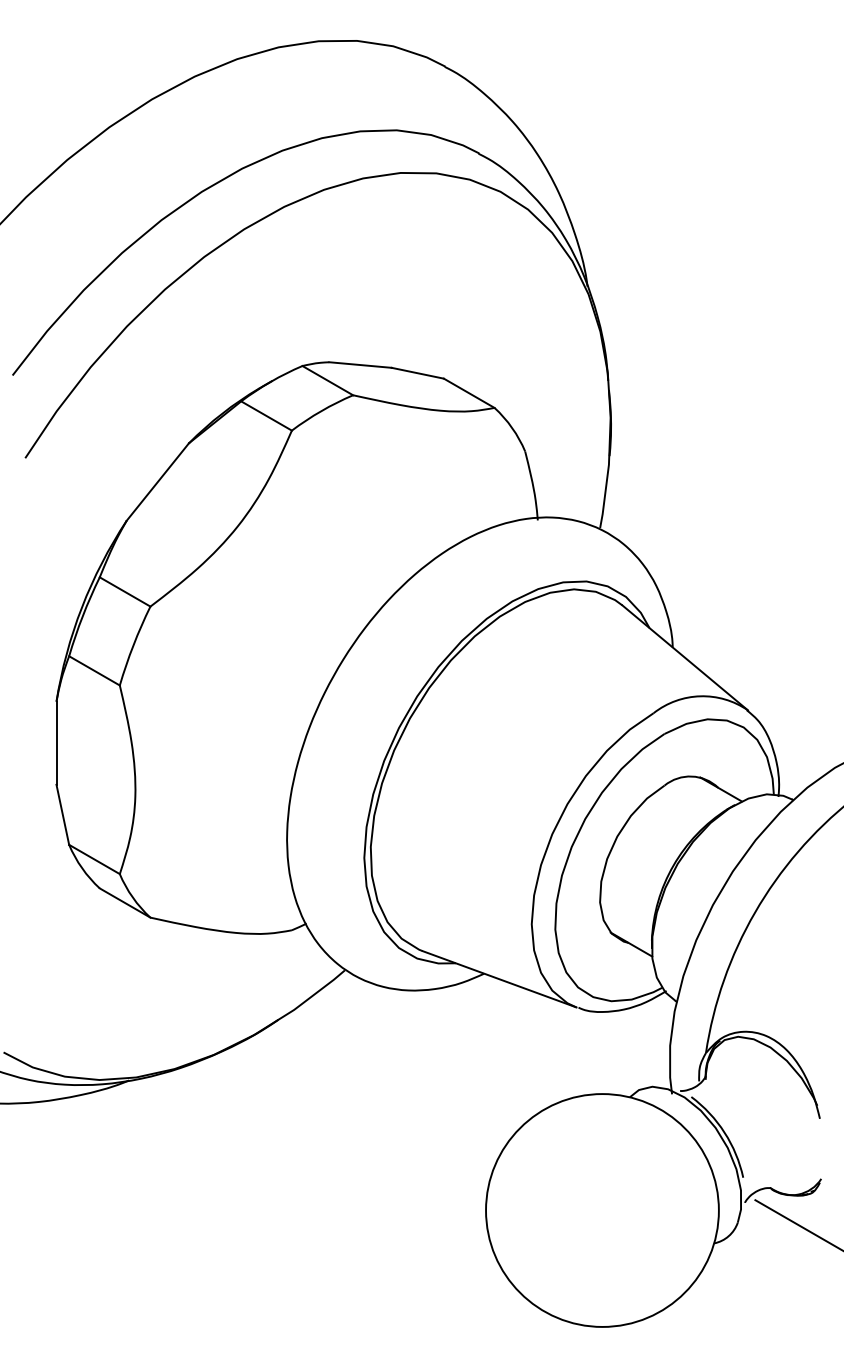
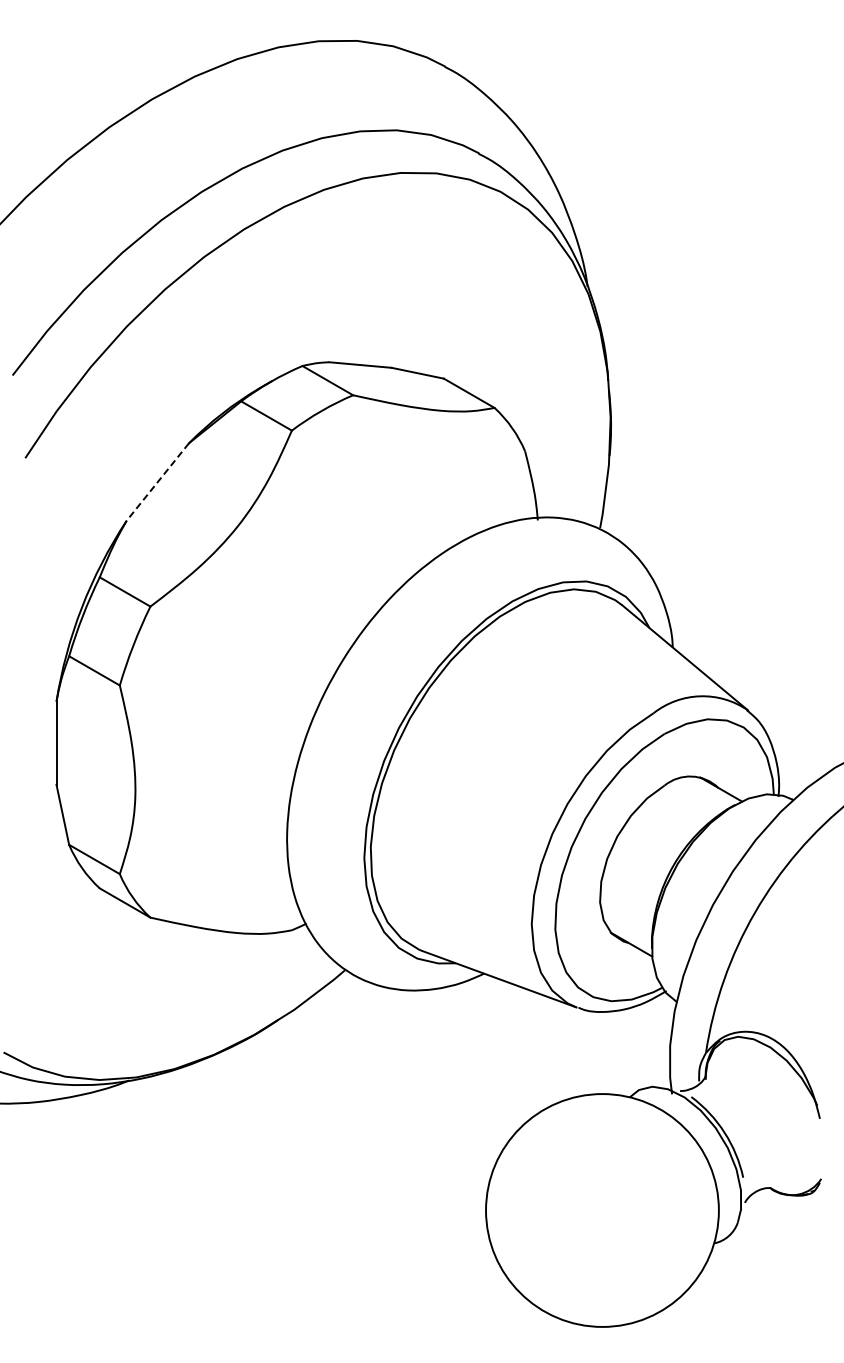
line at (157, 482): solid -> dashed
line at (797, 1224): present -> none
